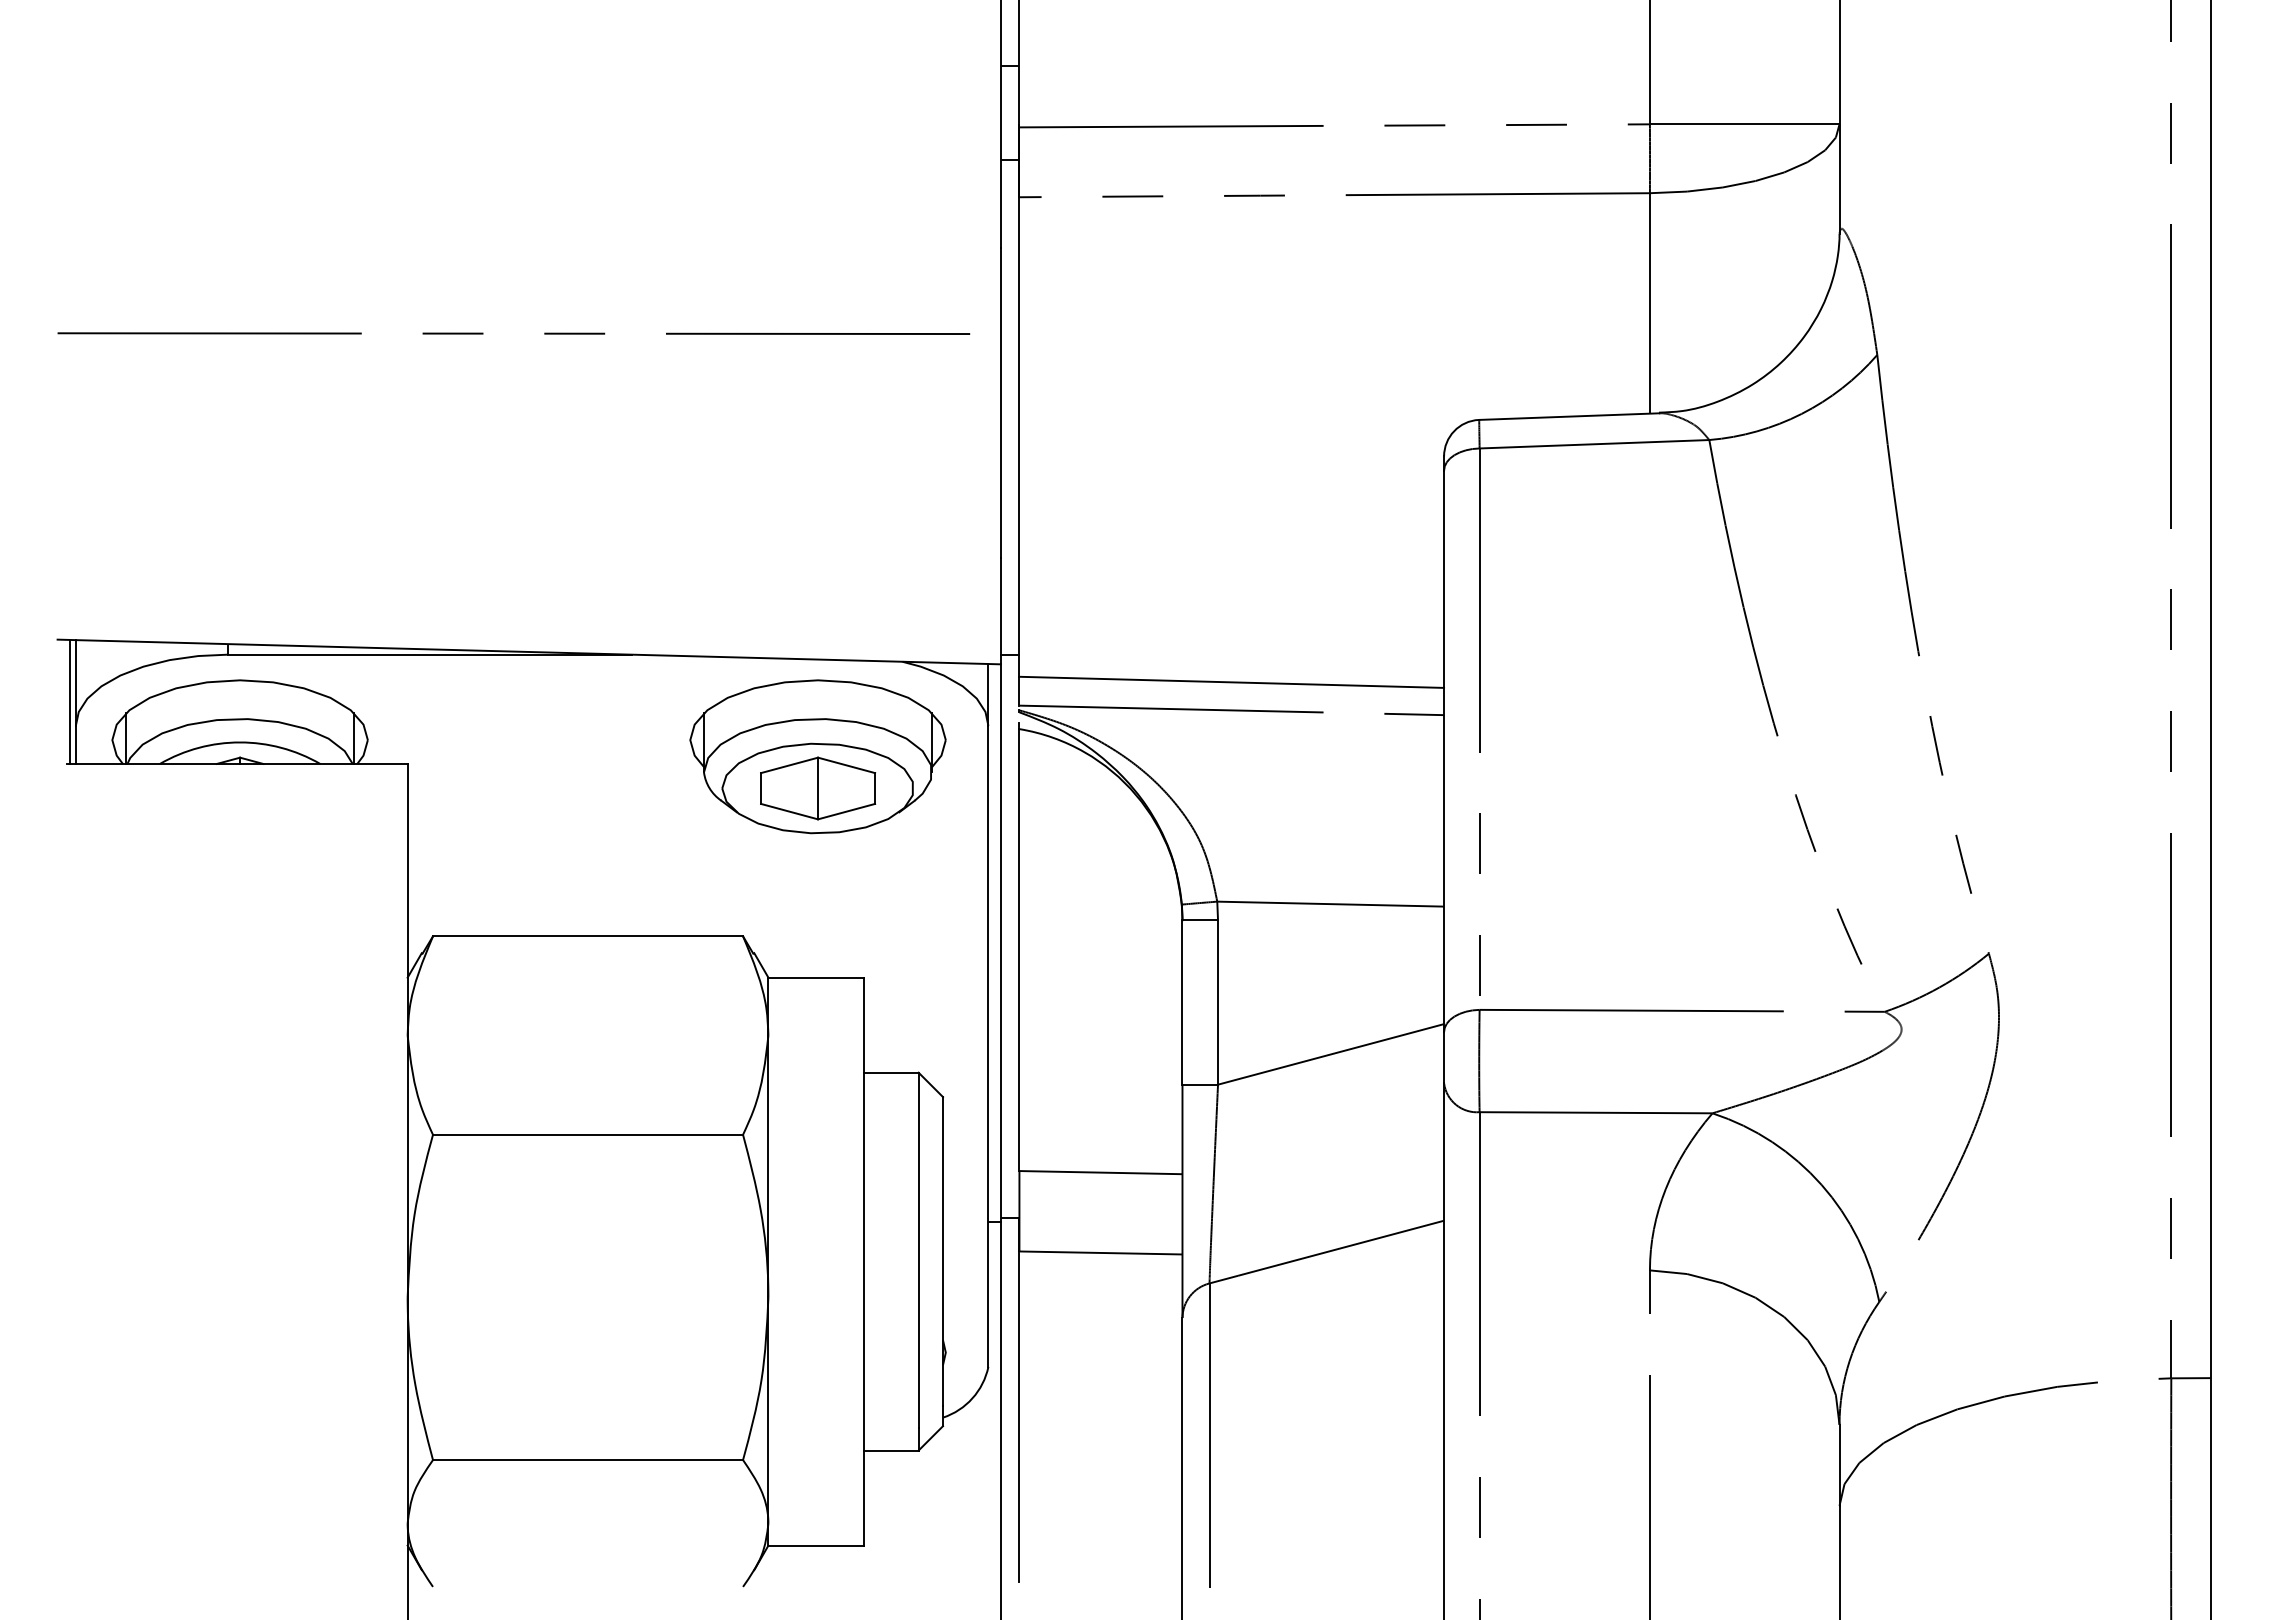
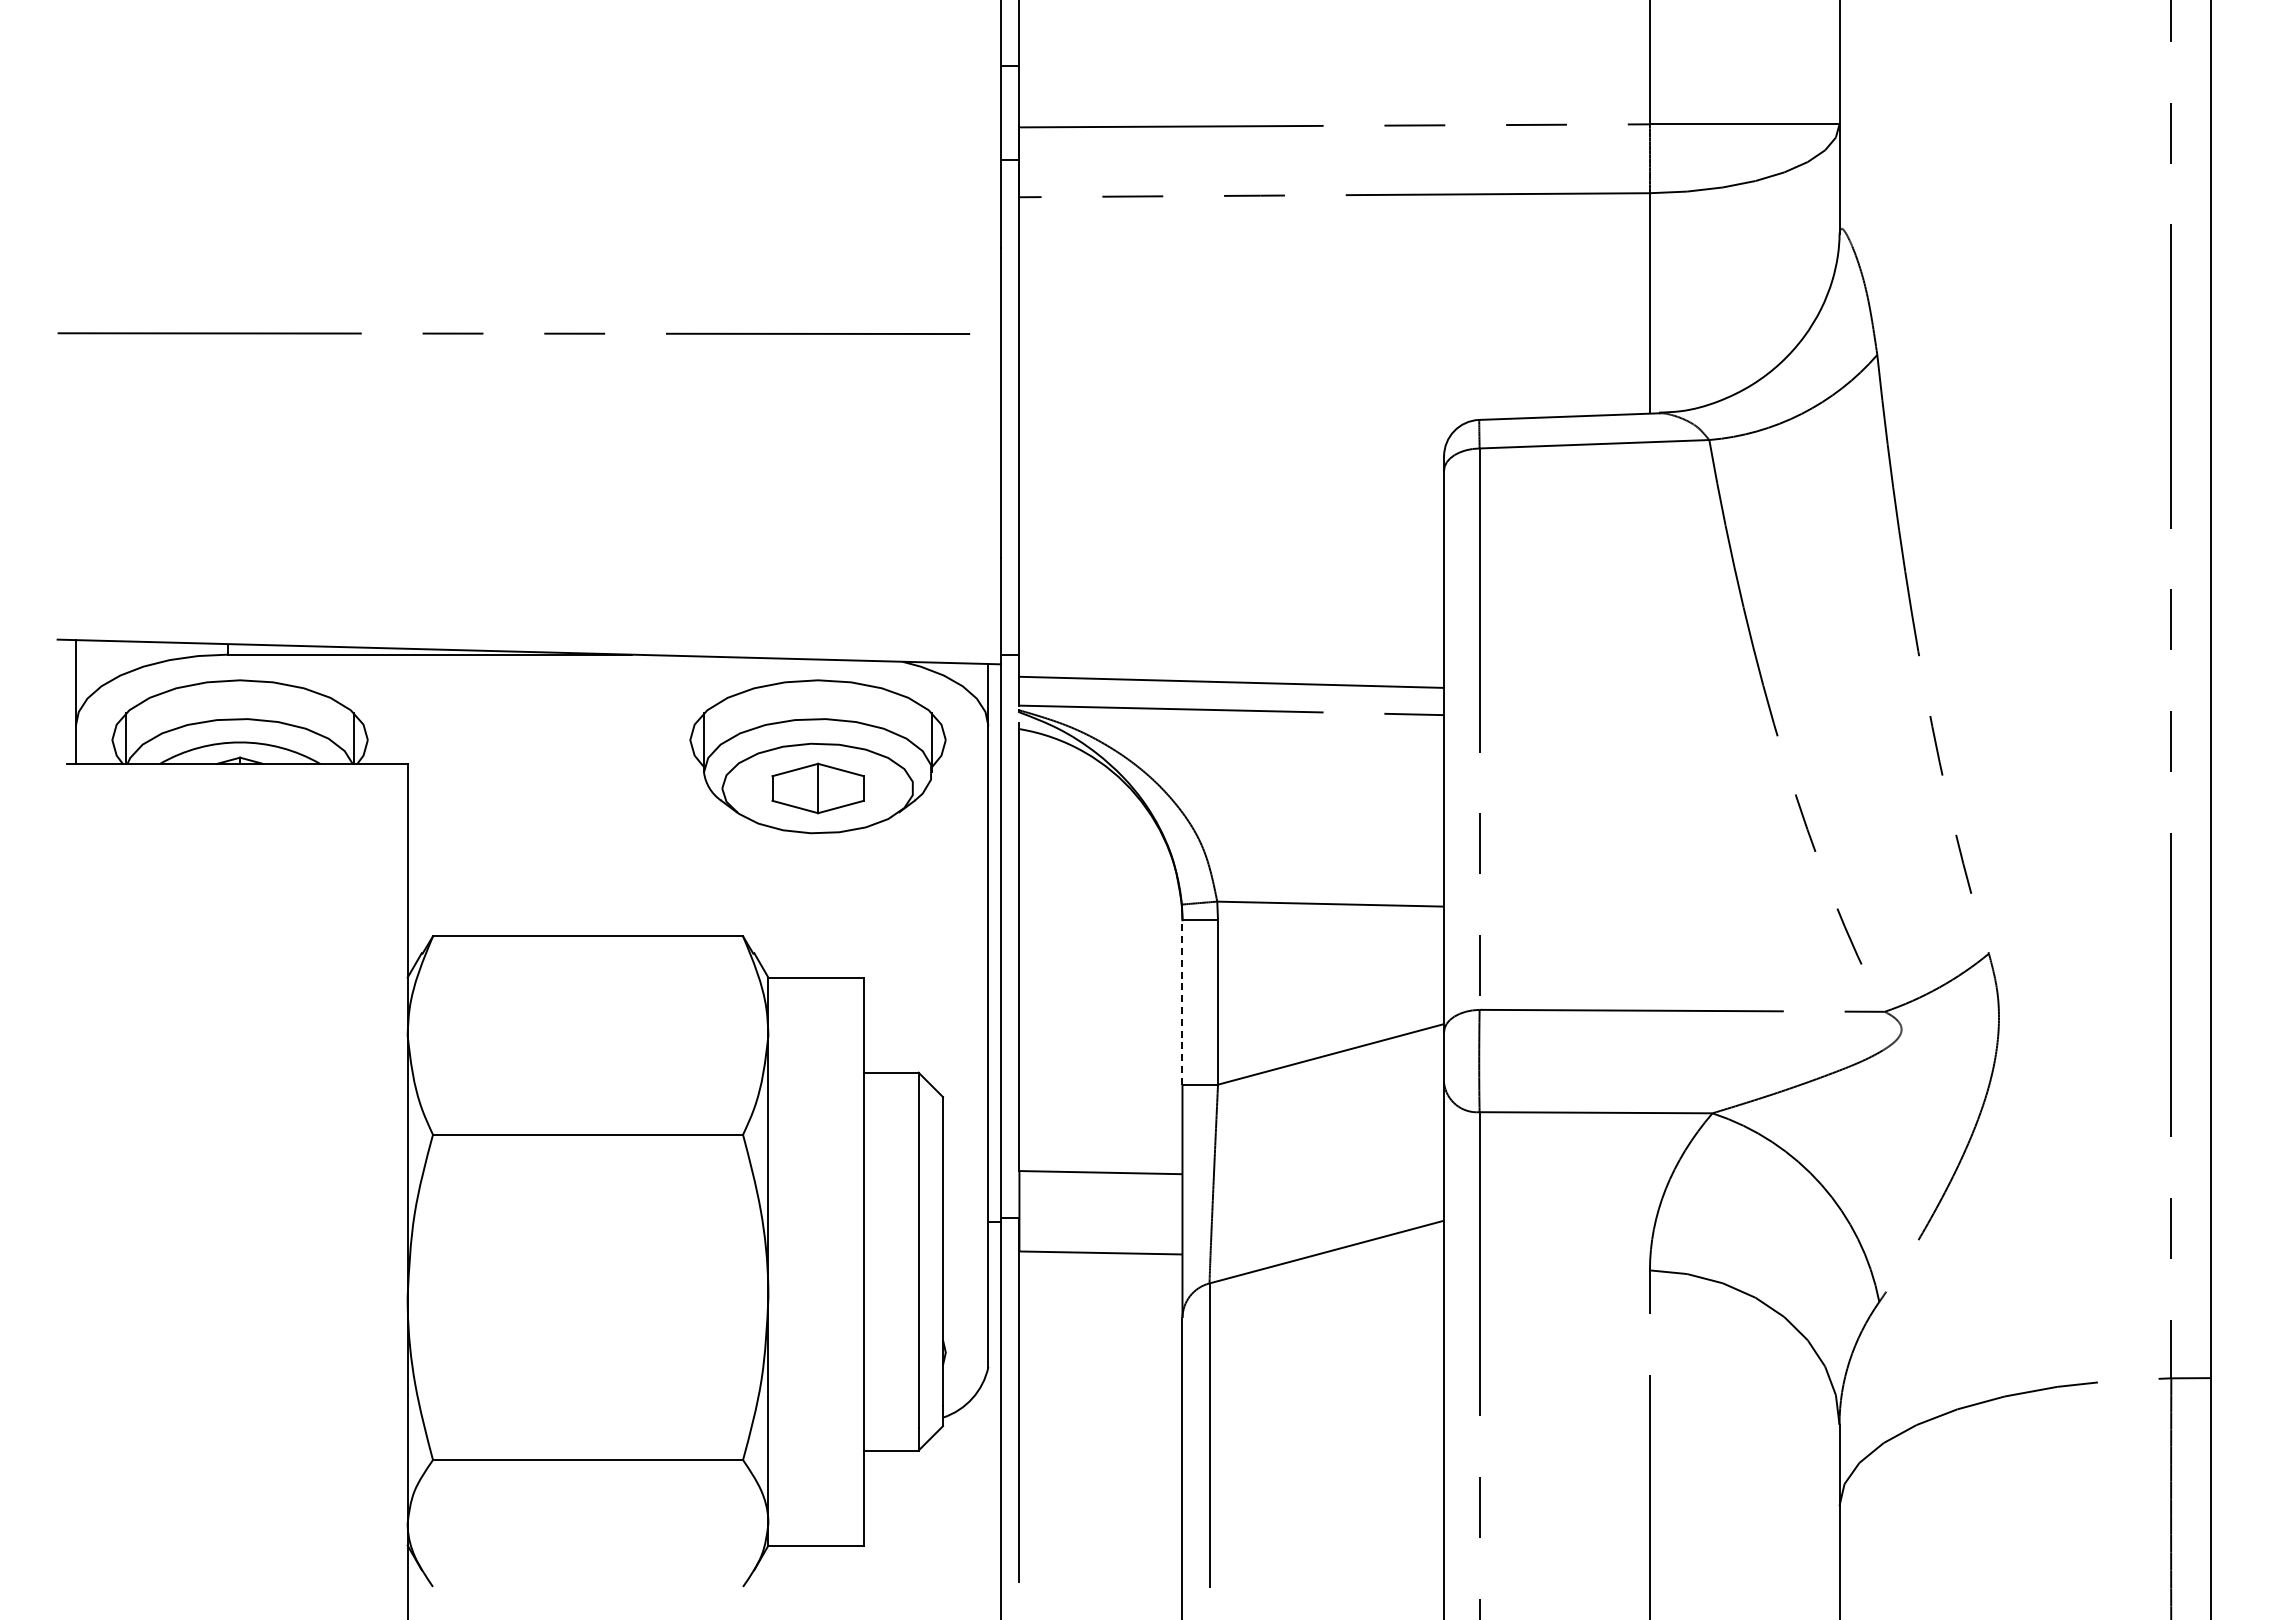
line at (69, 701): present -> none
part at (818, 788) size: 117x65 px -> 94x53 px
line at (1182, 1001): solid -> dashed
